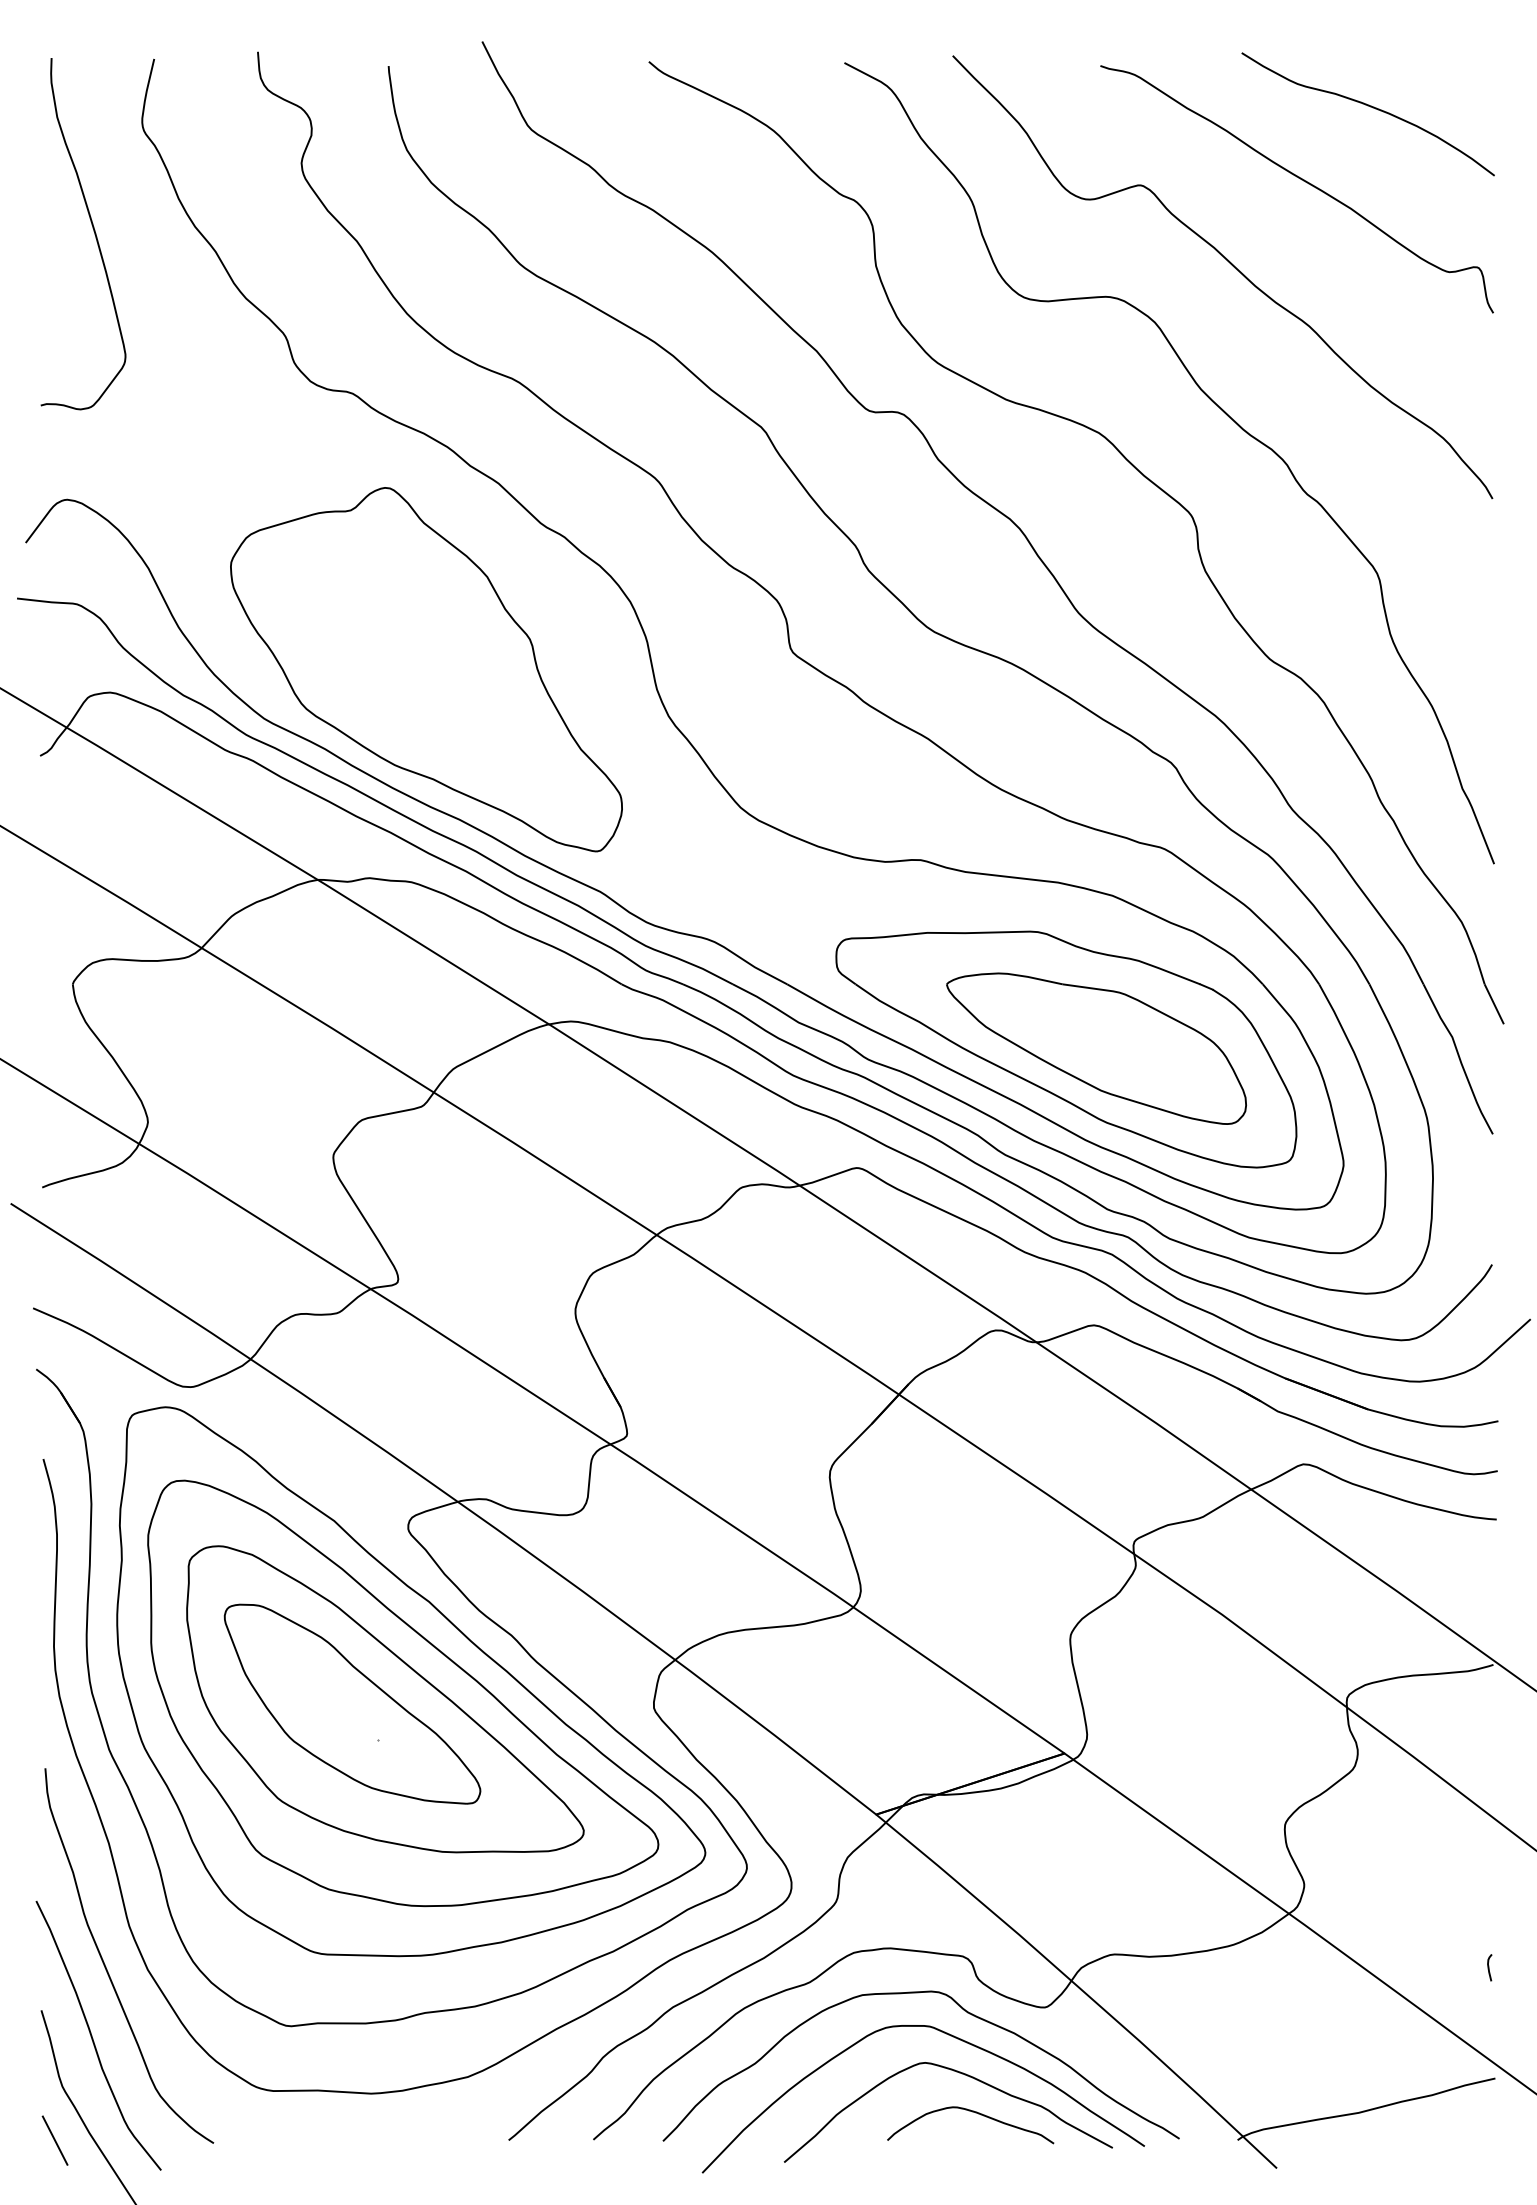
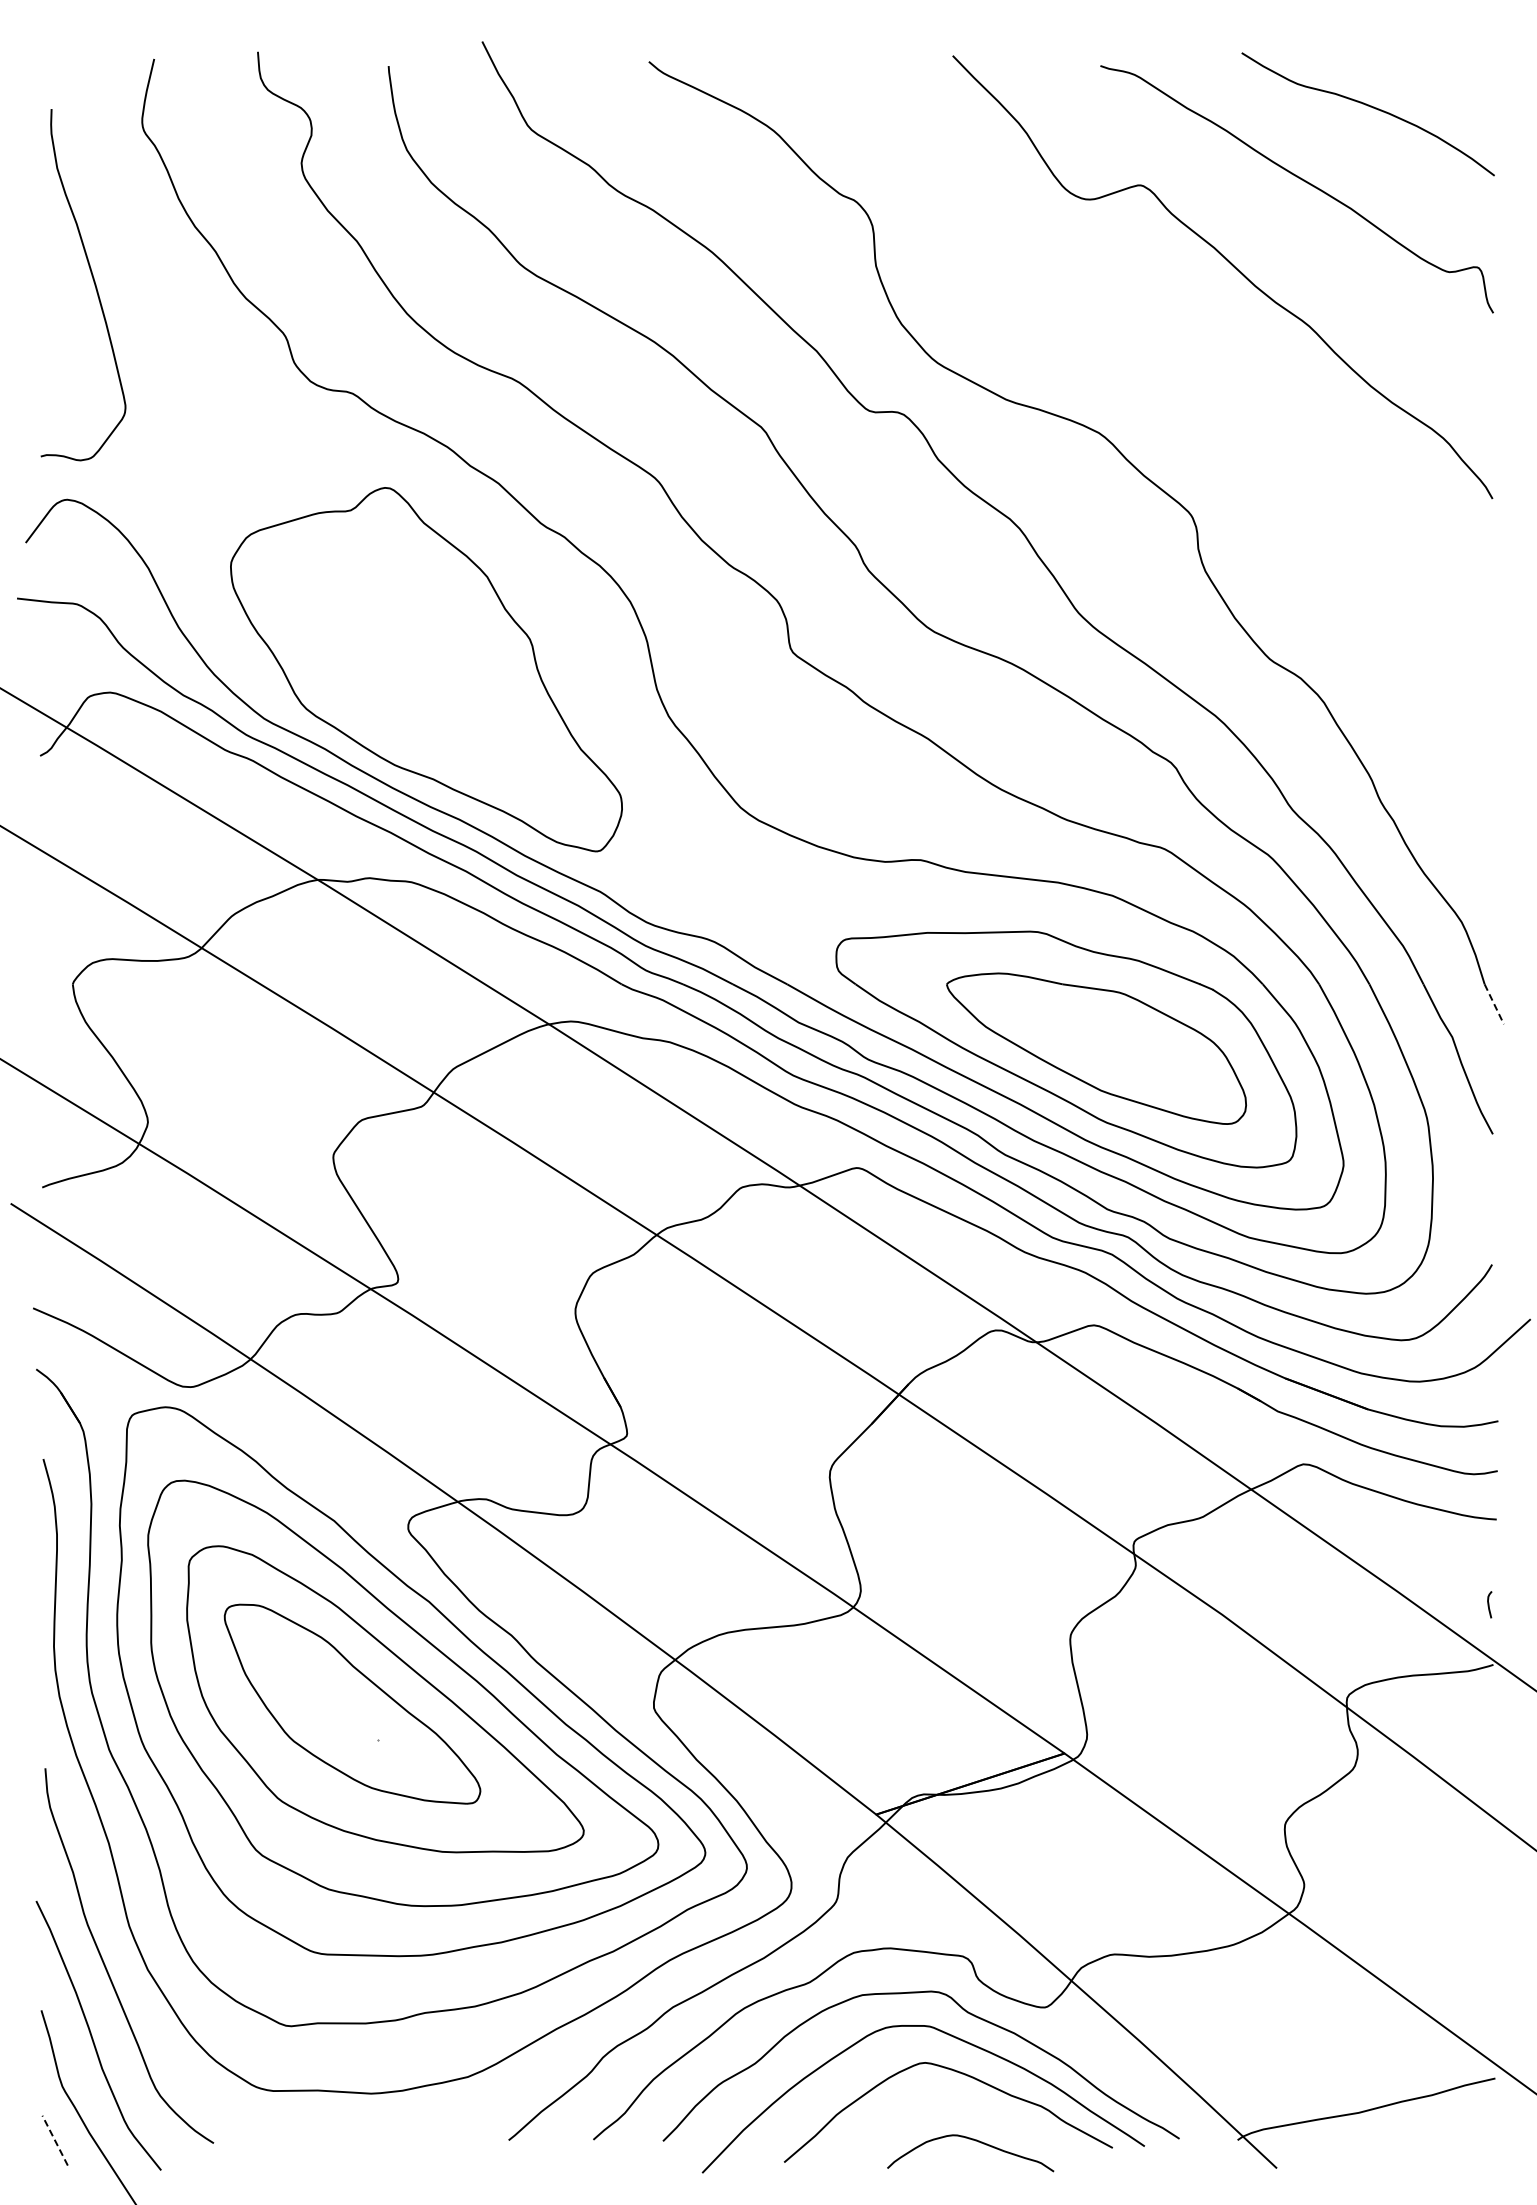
curve at (93, 231) position: (93, 231) -> (93, 282)
curve at (1221, 410): present -> none
line at (1494, 1004): solid -> dashed
curve at (1489, 1967) position: (1489, 1967) -> (1489, 1604)
curve at (975, 2113) position: (975, 2113) -> (975, 2141)
line at (55, 2140): solid -> dashed
